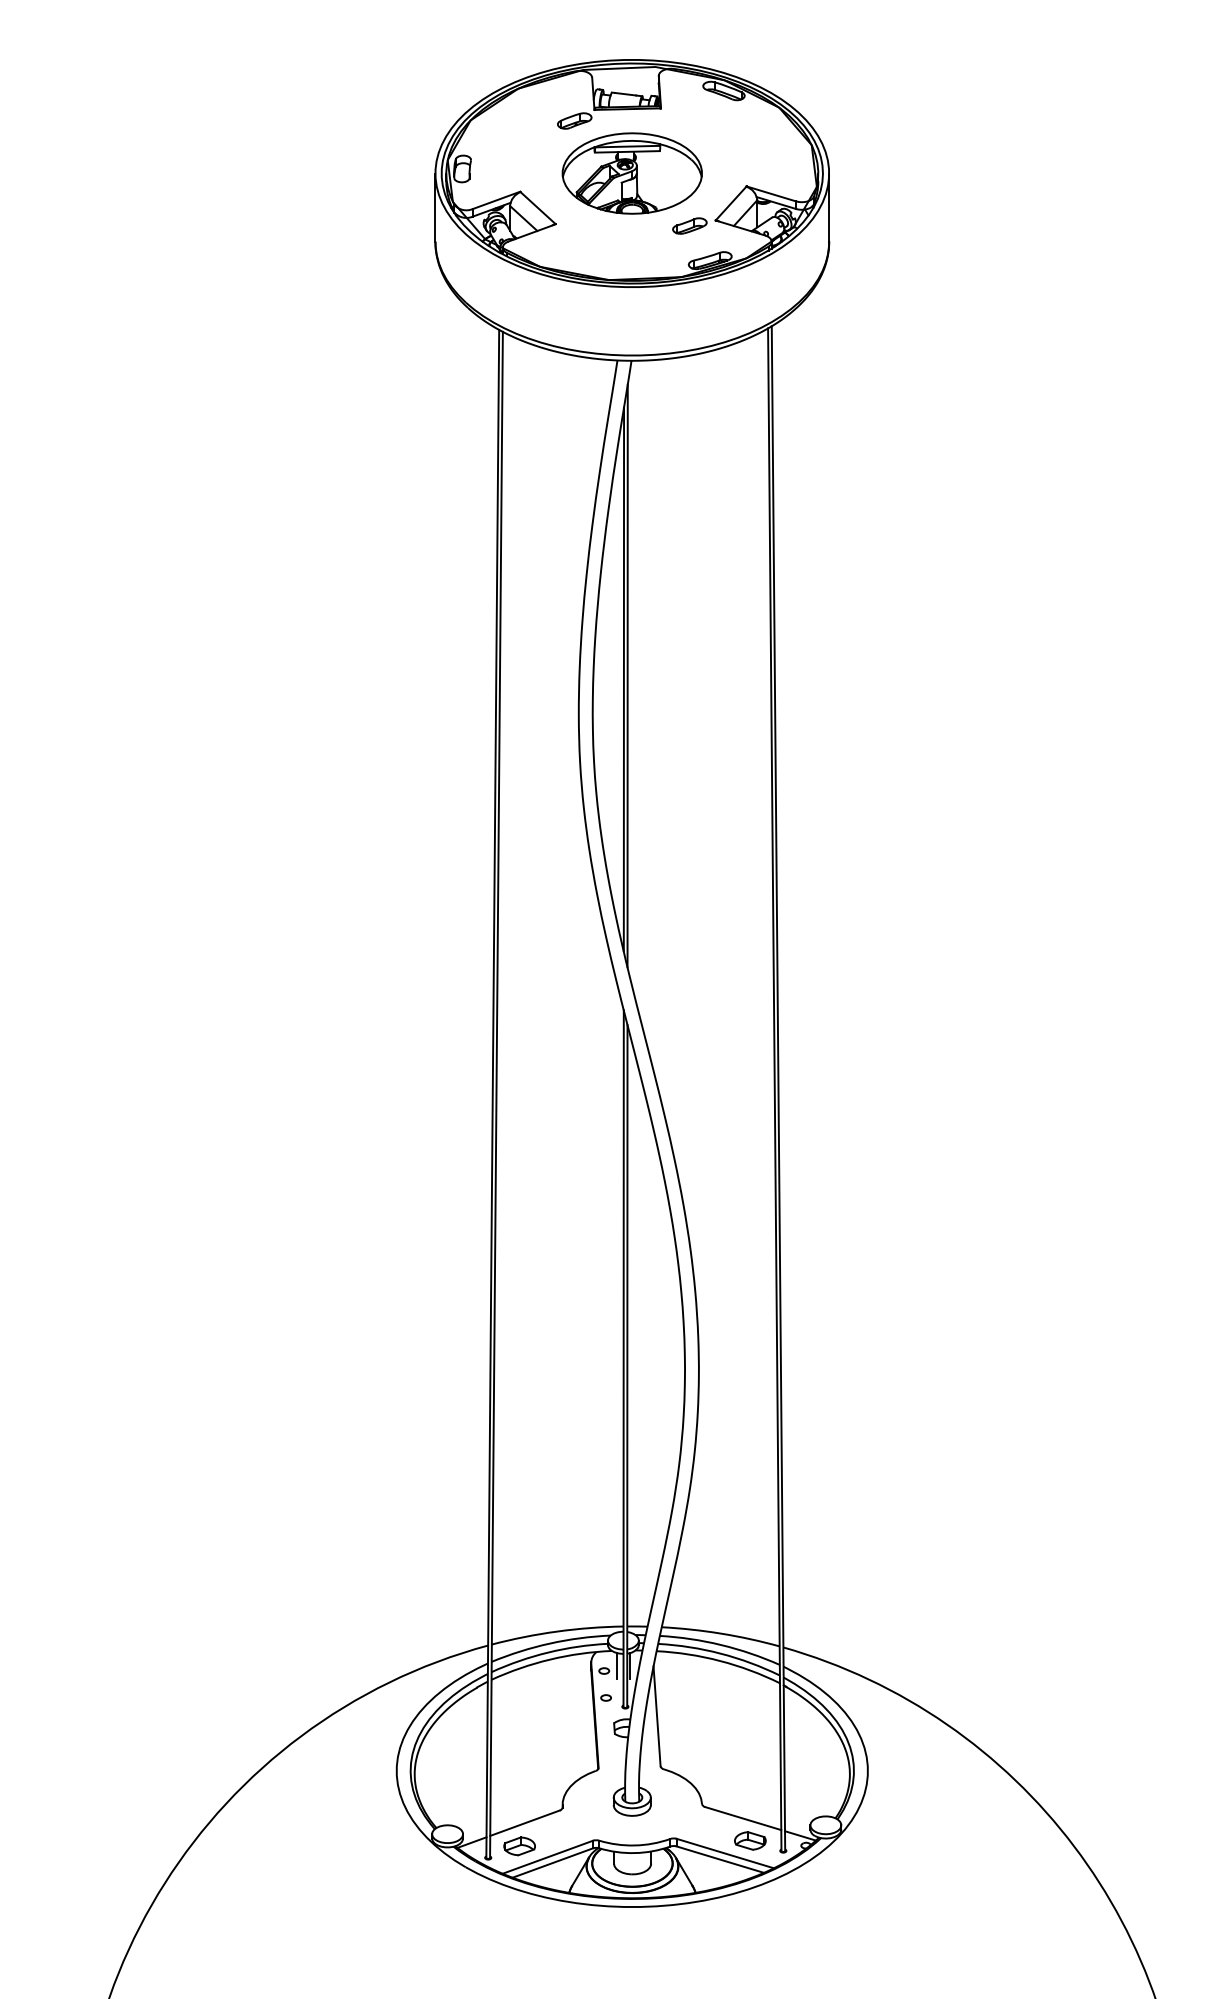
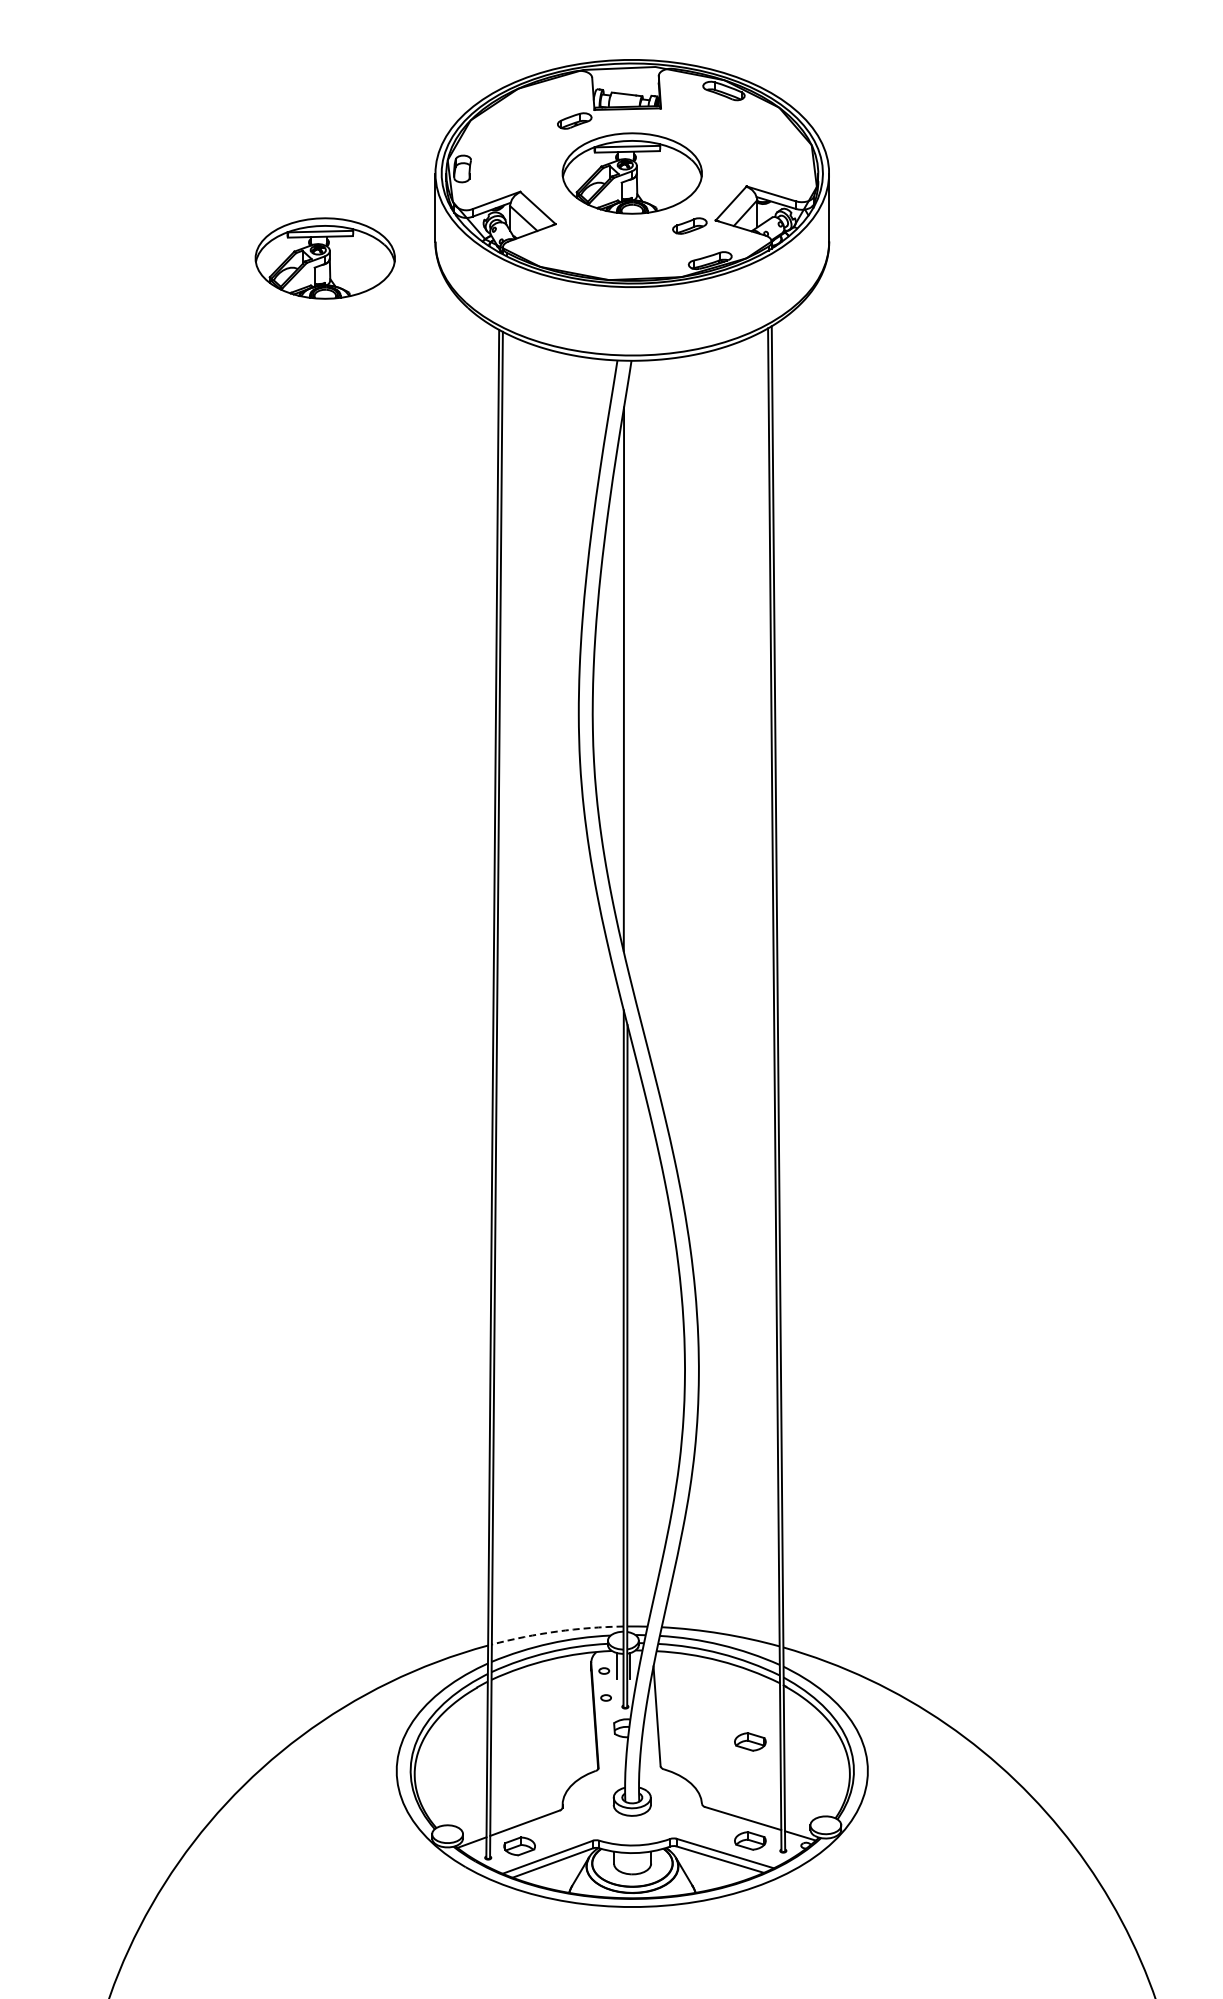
part at (324, 258): none -> present
line at (627, 675): present -> none
arc at (557, 1631): solid -> dashed
part at (750, 1741): none -> present
